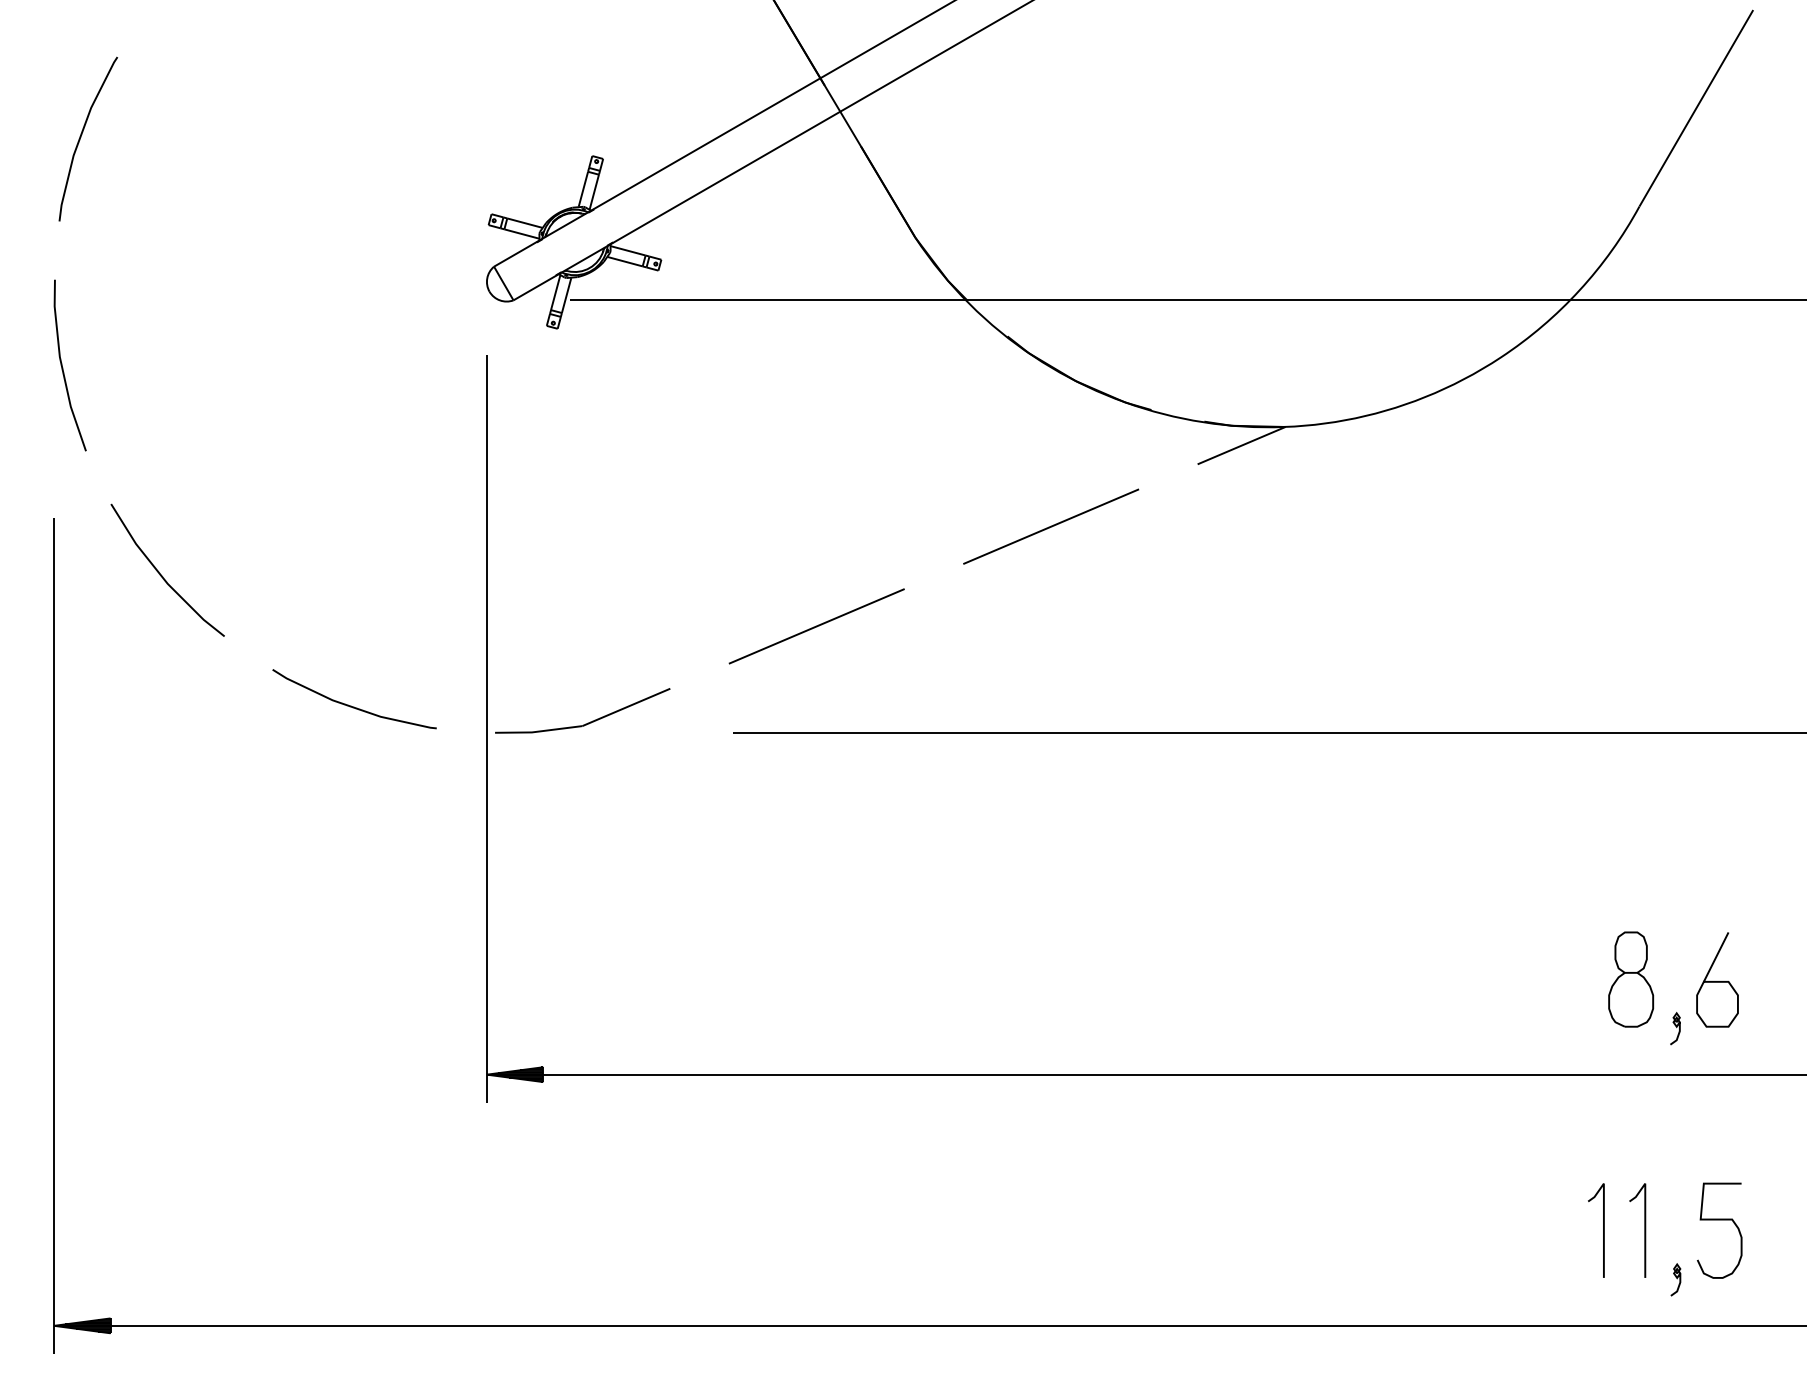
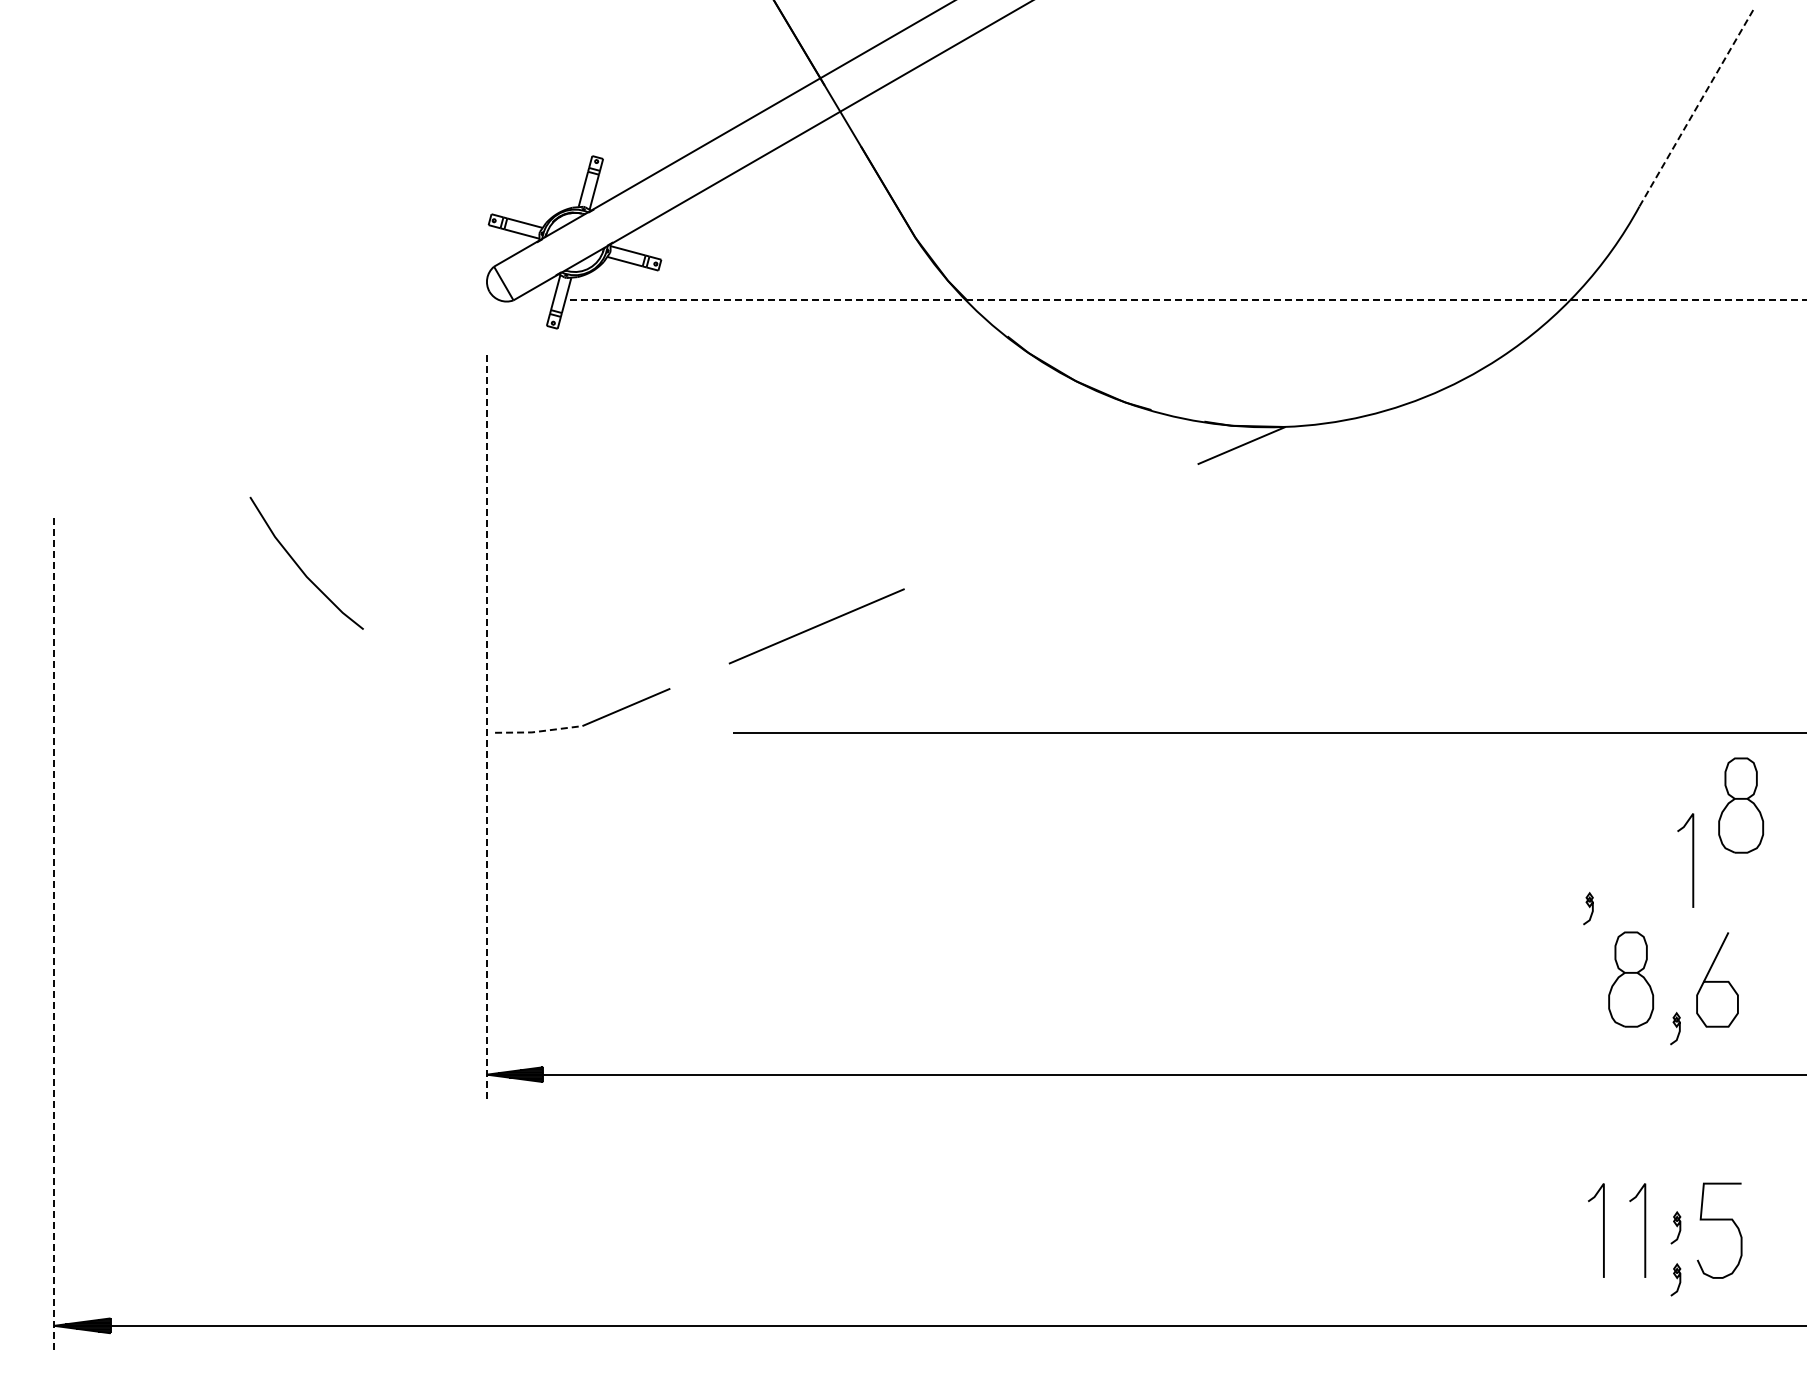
line at (1696, 108): solid -> dashed
curve at (81, 137): present -> none
line at (1188, 300): solid -> dashed
line at (63, 367): present -> none
line at (1051, 526): present -> none
line at (161, 574) position: (161, 574) -> (300, 567)
curve at (351, 705): present -> none
line at (486, 729): solid -> dashed
line at (538, 731): solid -> dashed
part at (1741, 805): none -> present
line at (1692, 860): none -> present
part at (1588, 908): none -> present
line at (54, 936): solid -> dashed
part at (1675, 1227): none -> present
